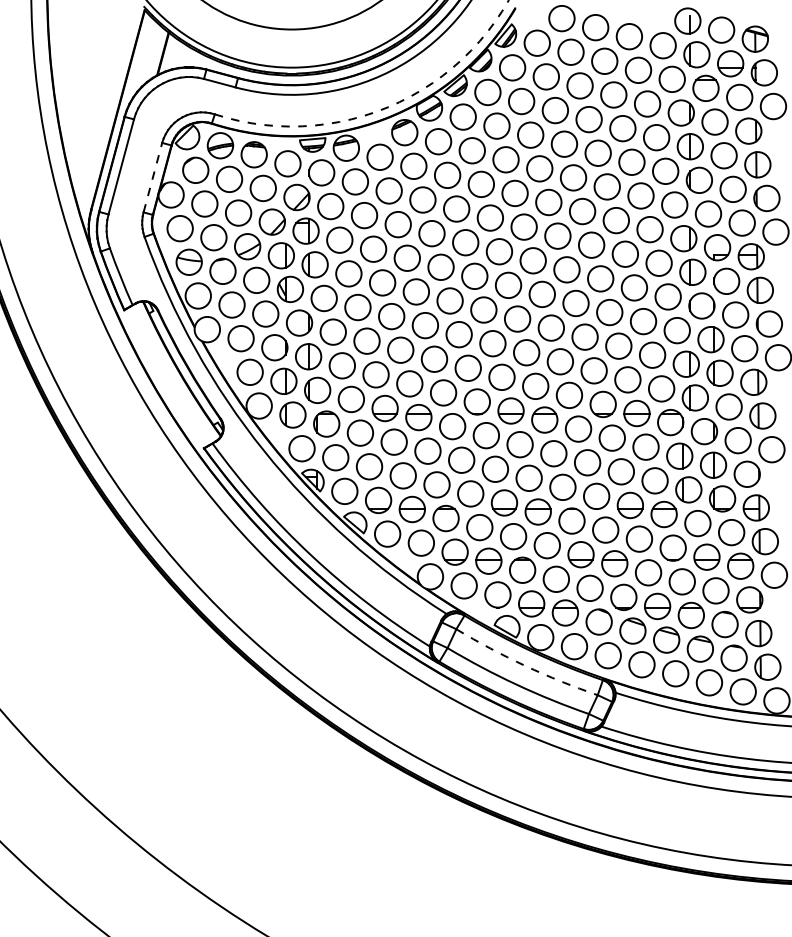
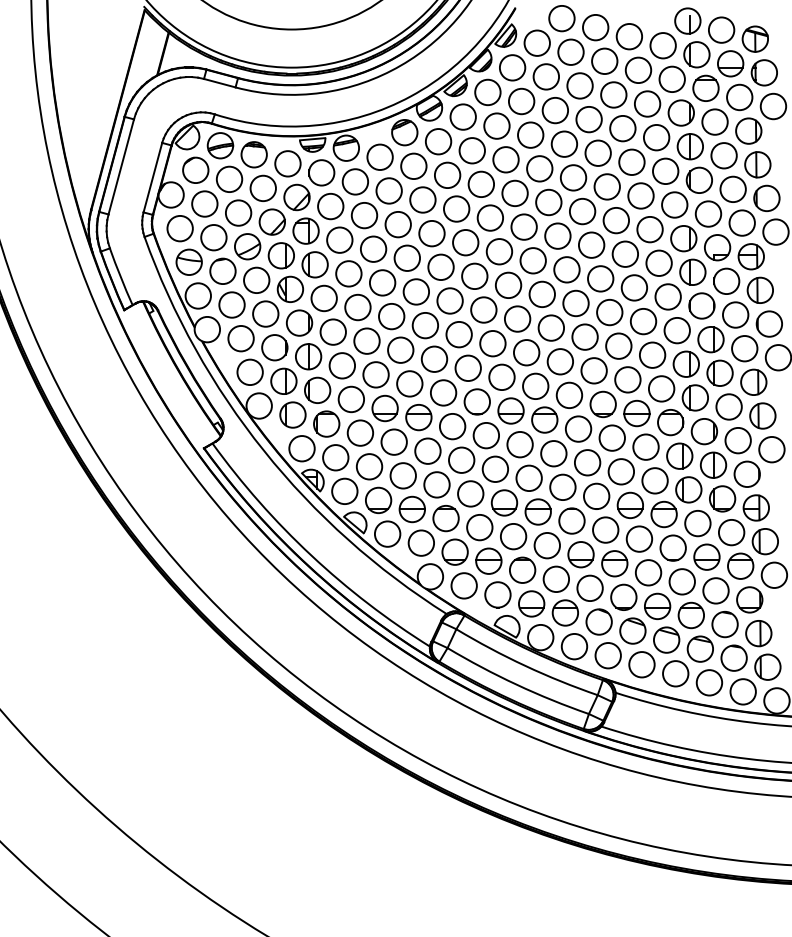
arc at (382, 109): dashed -> solid
line at (152, 177): dashed -> solid
arc at (525, 665): dashed -> solid
